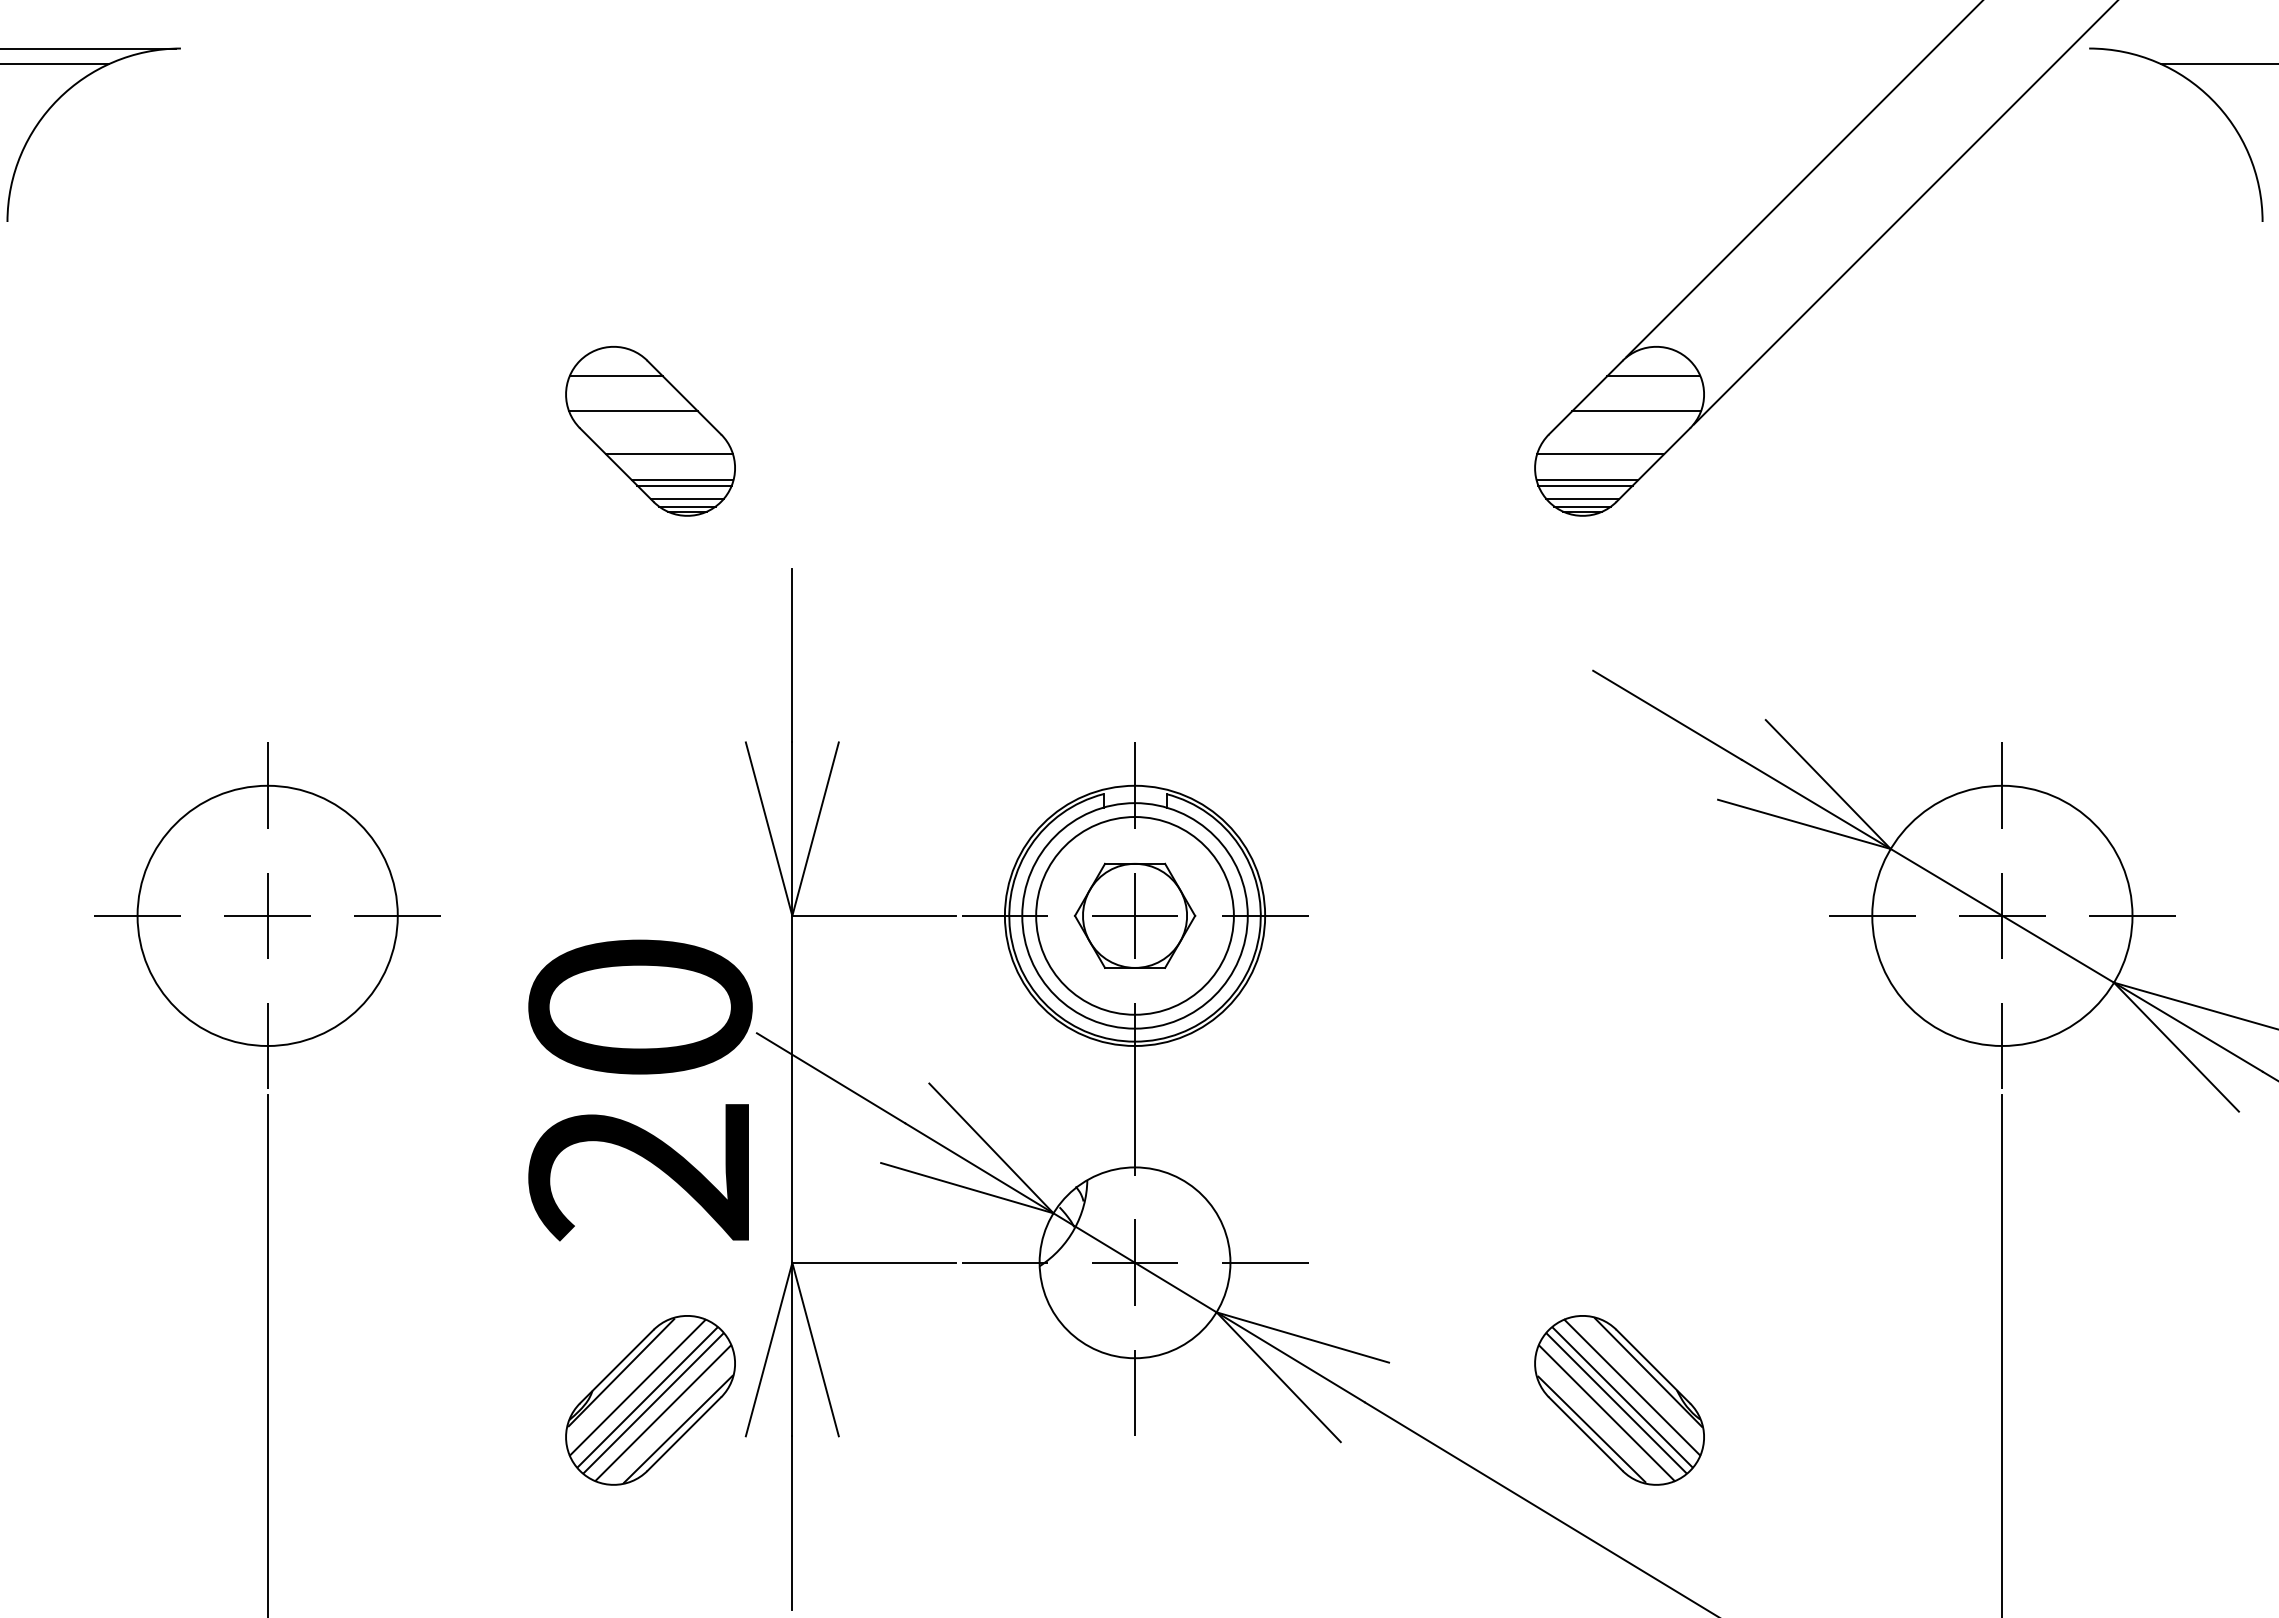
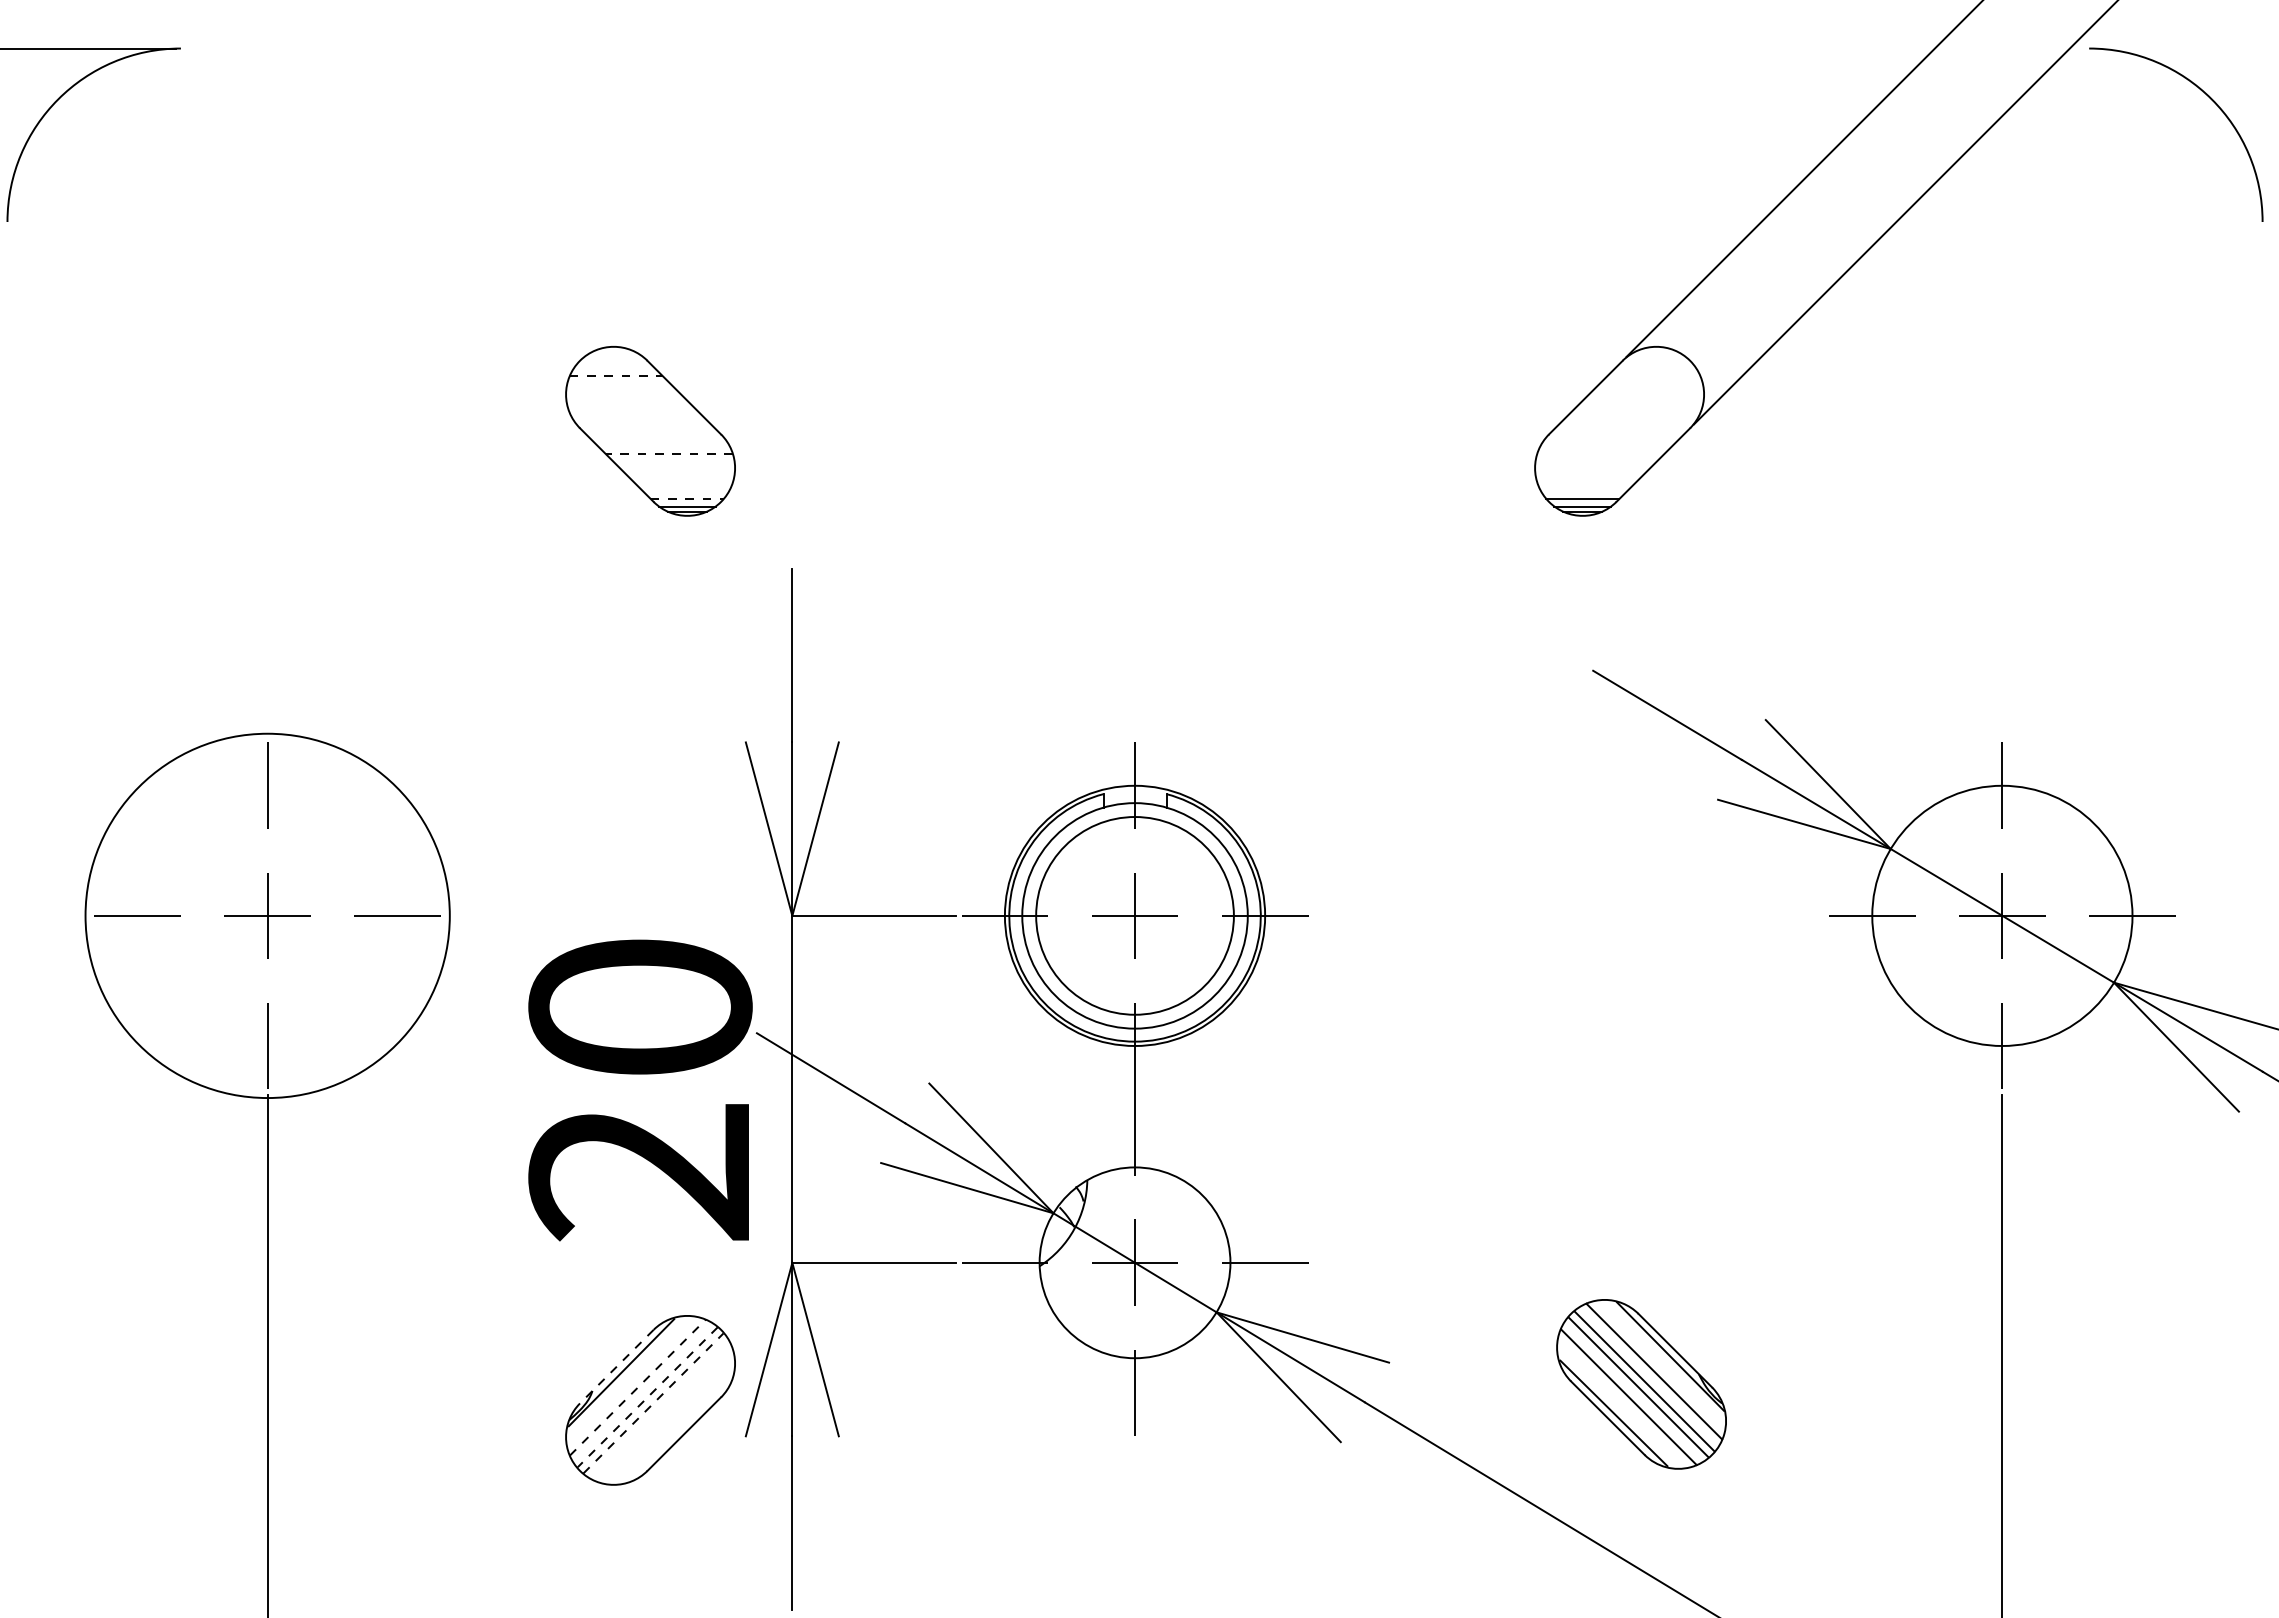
line at (55, 64): present -> none
line at (2218, 64): present -> none
line at (616, 376): solid -> dashed
line at (1653, 376): present -> none
line at (633, 411): present -> none
line at (1636, 411): present -> none
line at (669, 454): solid -> dashed
line at (1600, 454): present -> none
line at (682, 480): present -> none
line at (1586, 480): present -> none
line at (684, 485): present -> none
line at (1585, 485): present -> none
line at (687, 498): solid -> dashed
circle at (267, 915) diameter: 260 px -> 364 px
part at (1135, 915): present -> none
line at (616, 1367): solid -> dashed
line at (637, 1387): solid -> dashed
line at (647, 1397): solid -> dashed
part at (1619, 1400) position: (1619, 1400) -> (1641, 1384)
line at (653, 1403): solid -> dashed
line at (663, 1412): present -> none
line at (678, 1428): present -> none
